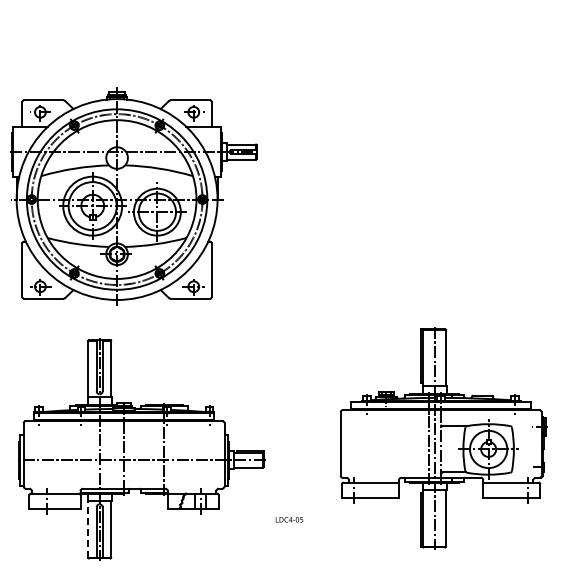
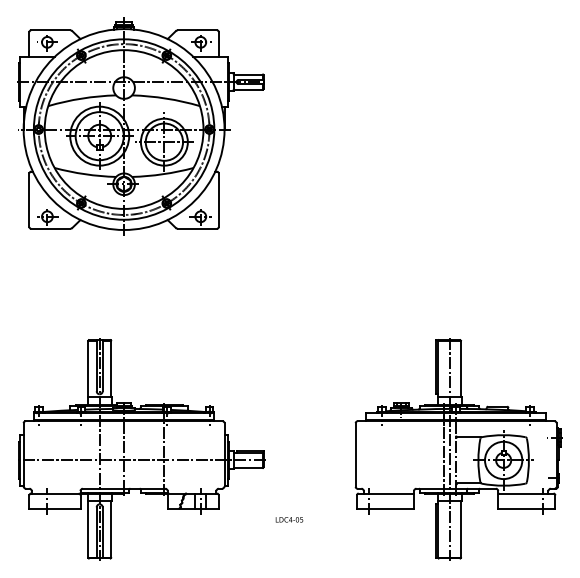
part at (133, 196) position: (133, 196) -> (140, 126)
part at (443, 438) position: (443, 438) -> (458, 449)
line at (88, 529): dashed -> solid
